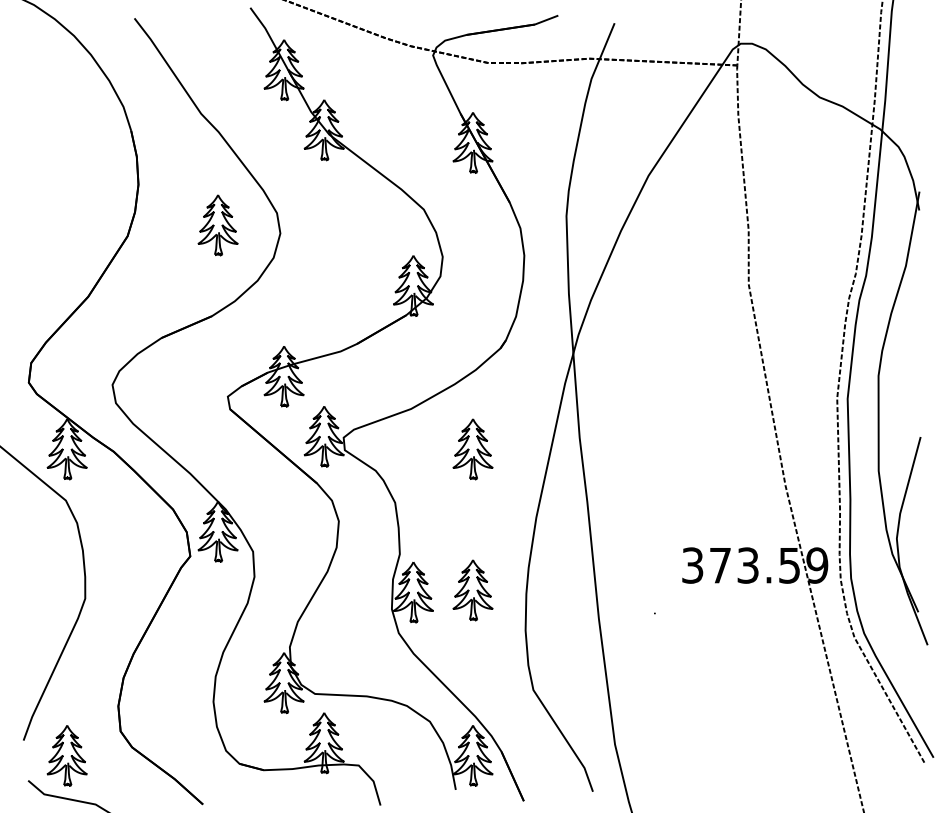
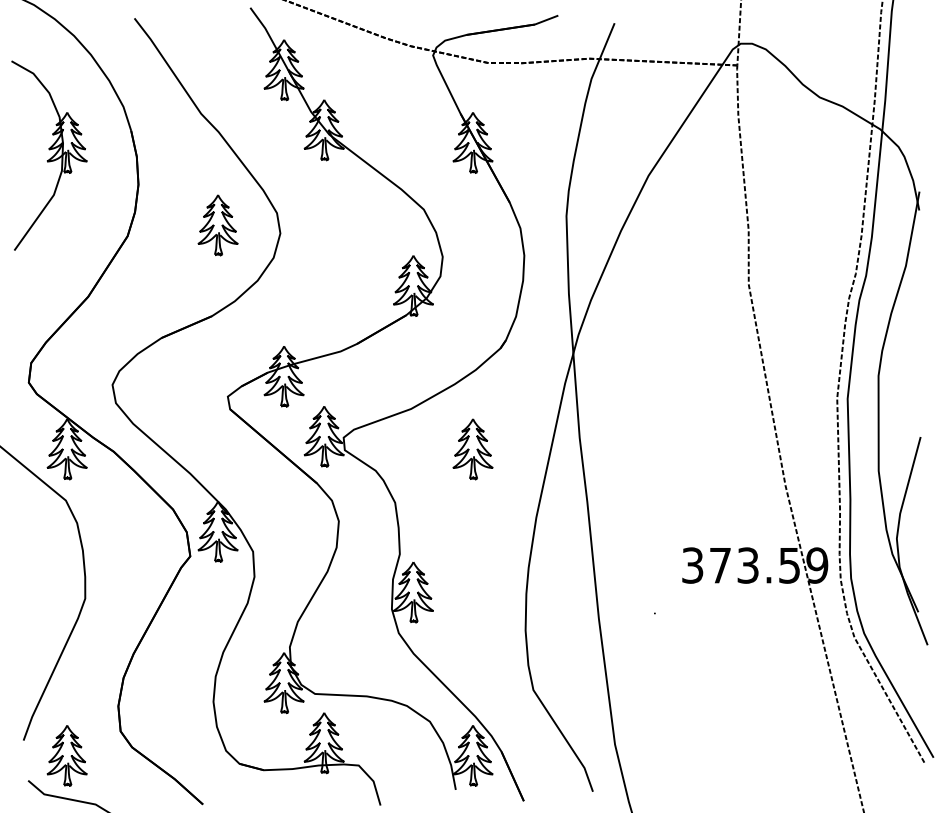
part at (49, 155): none -> present
part at (472, 590): present -> none
